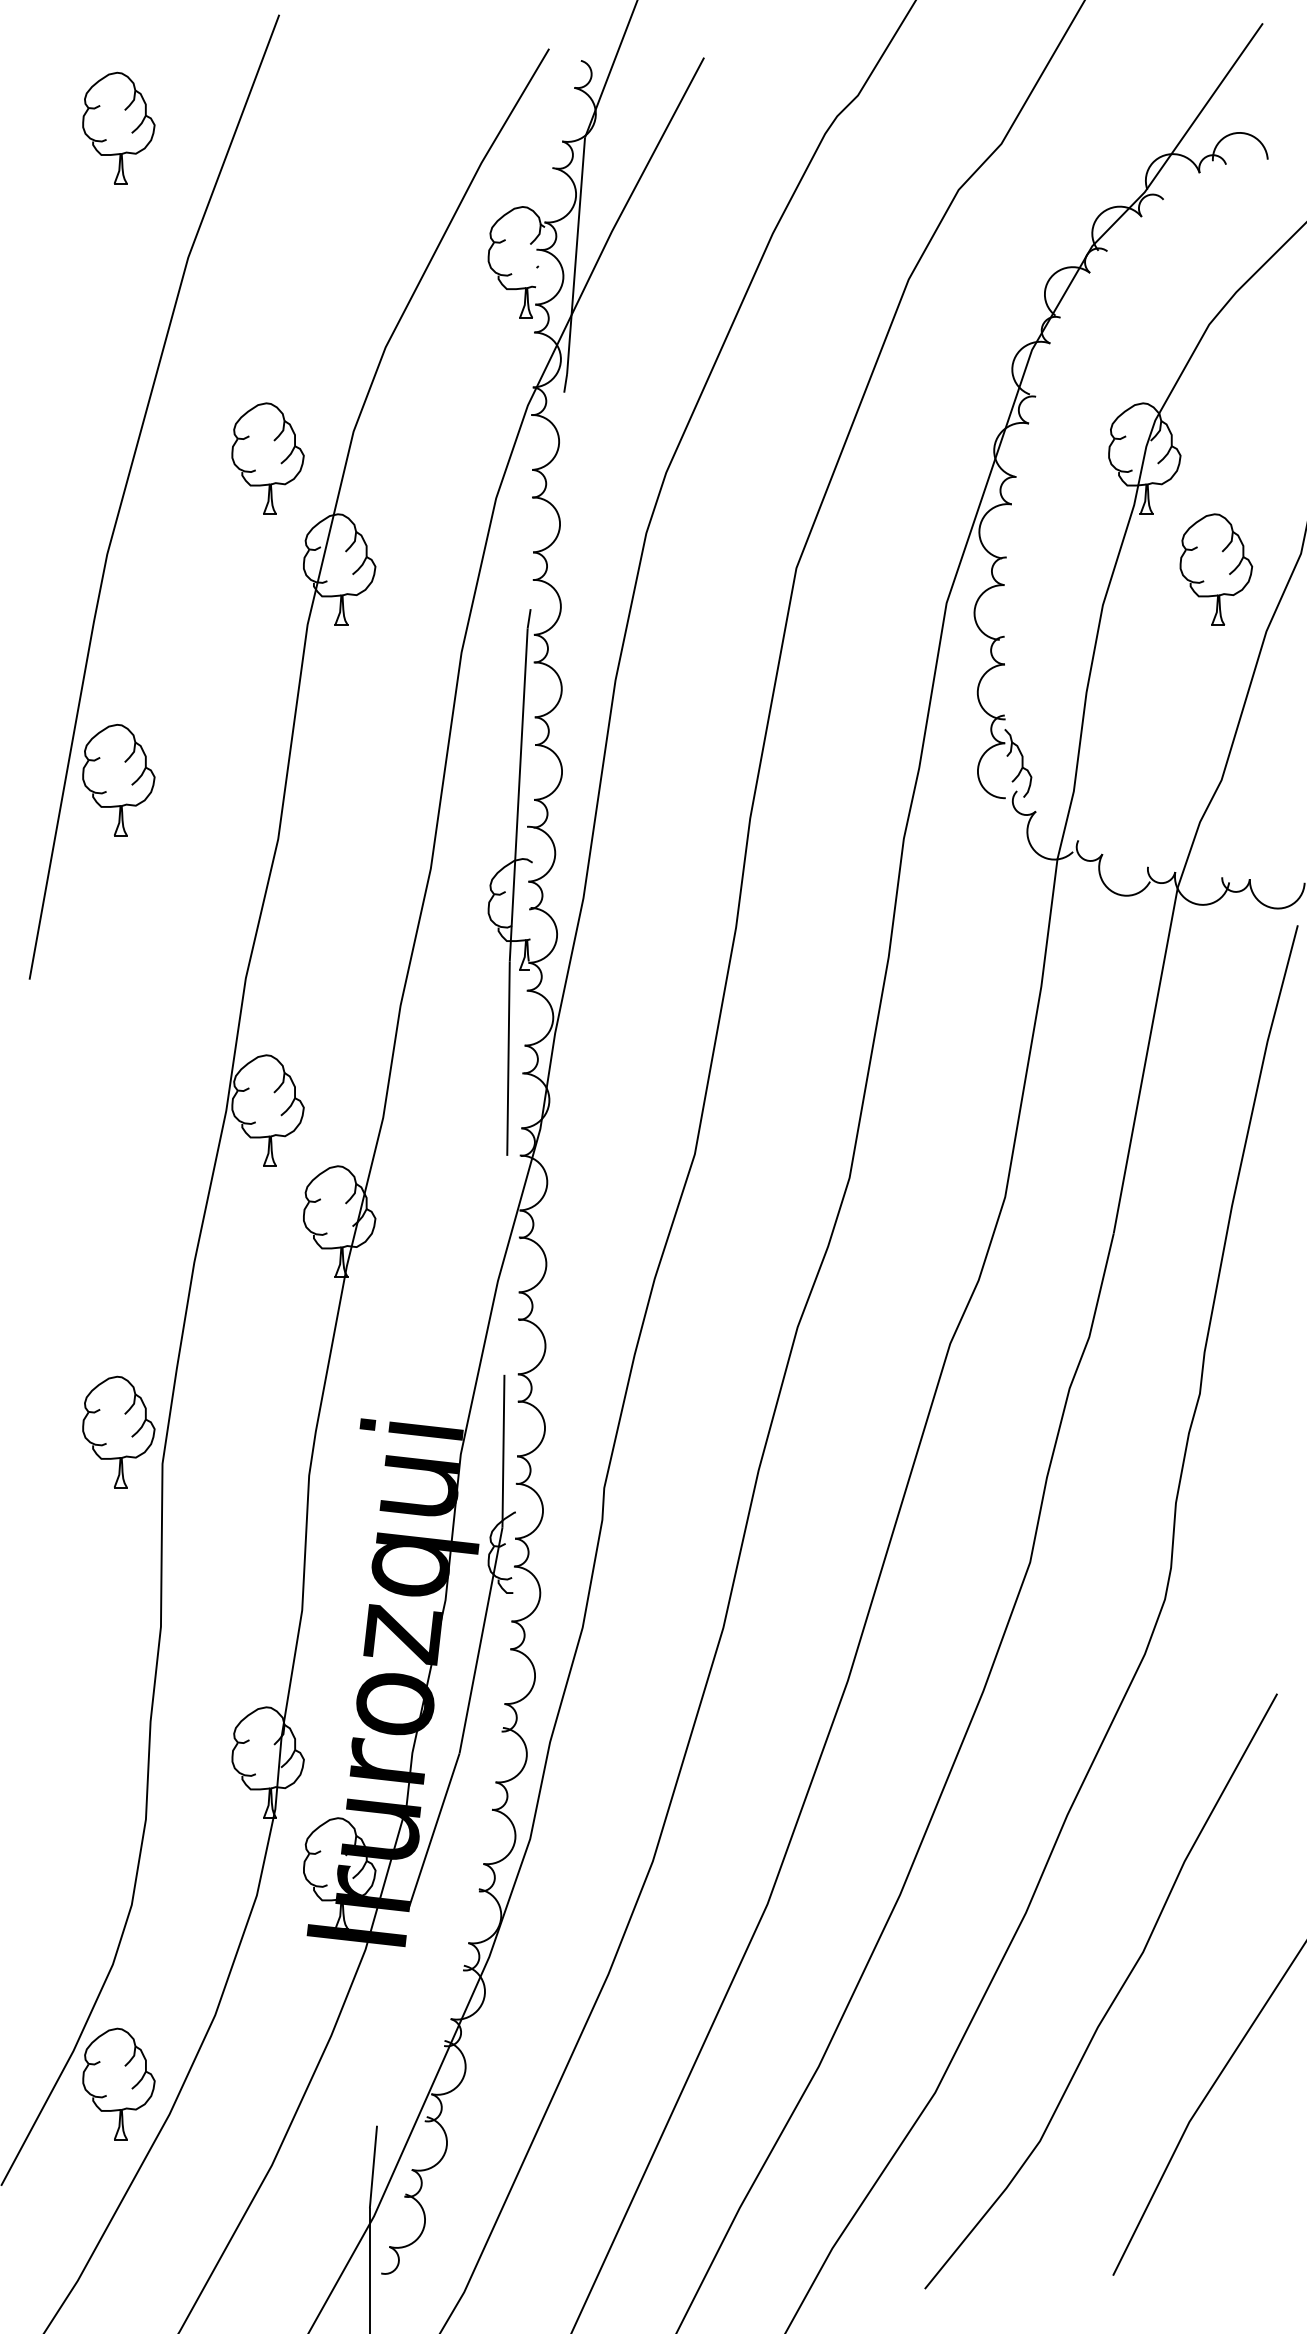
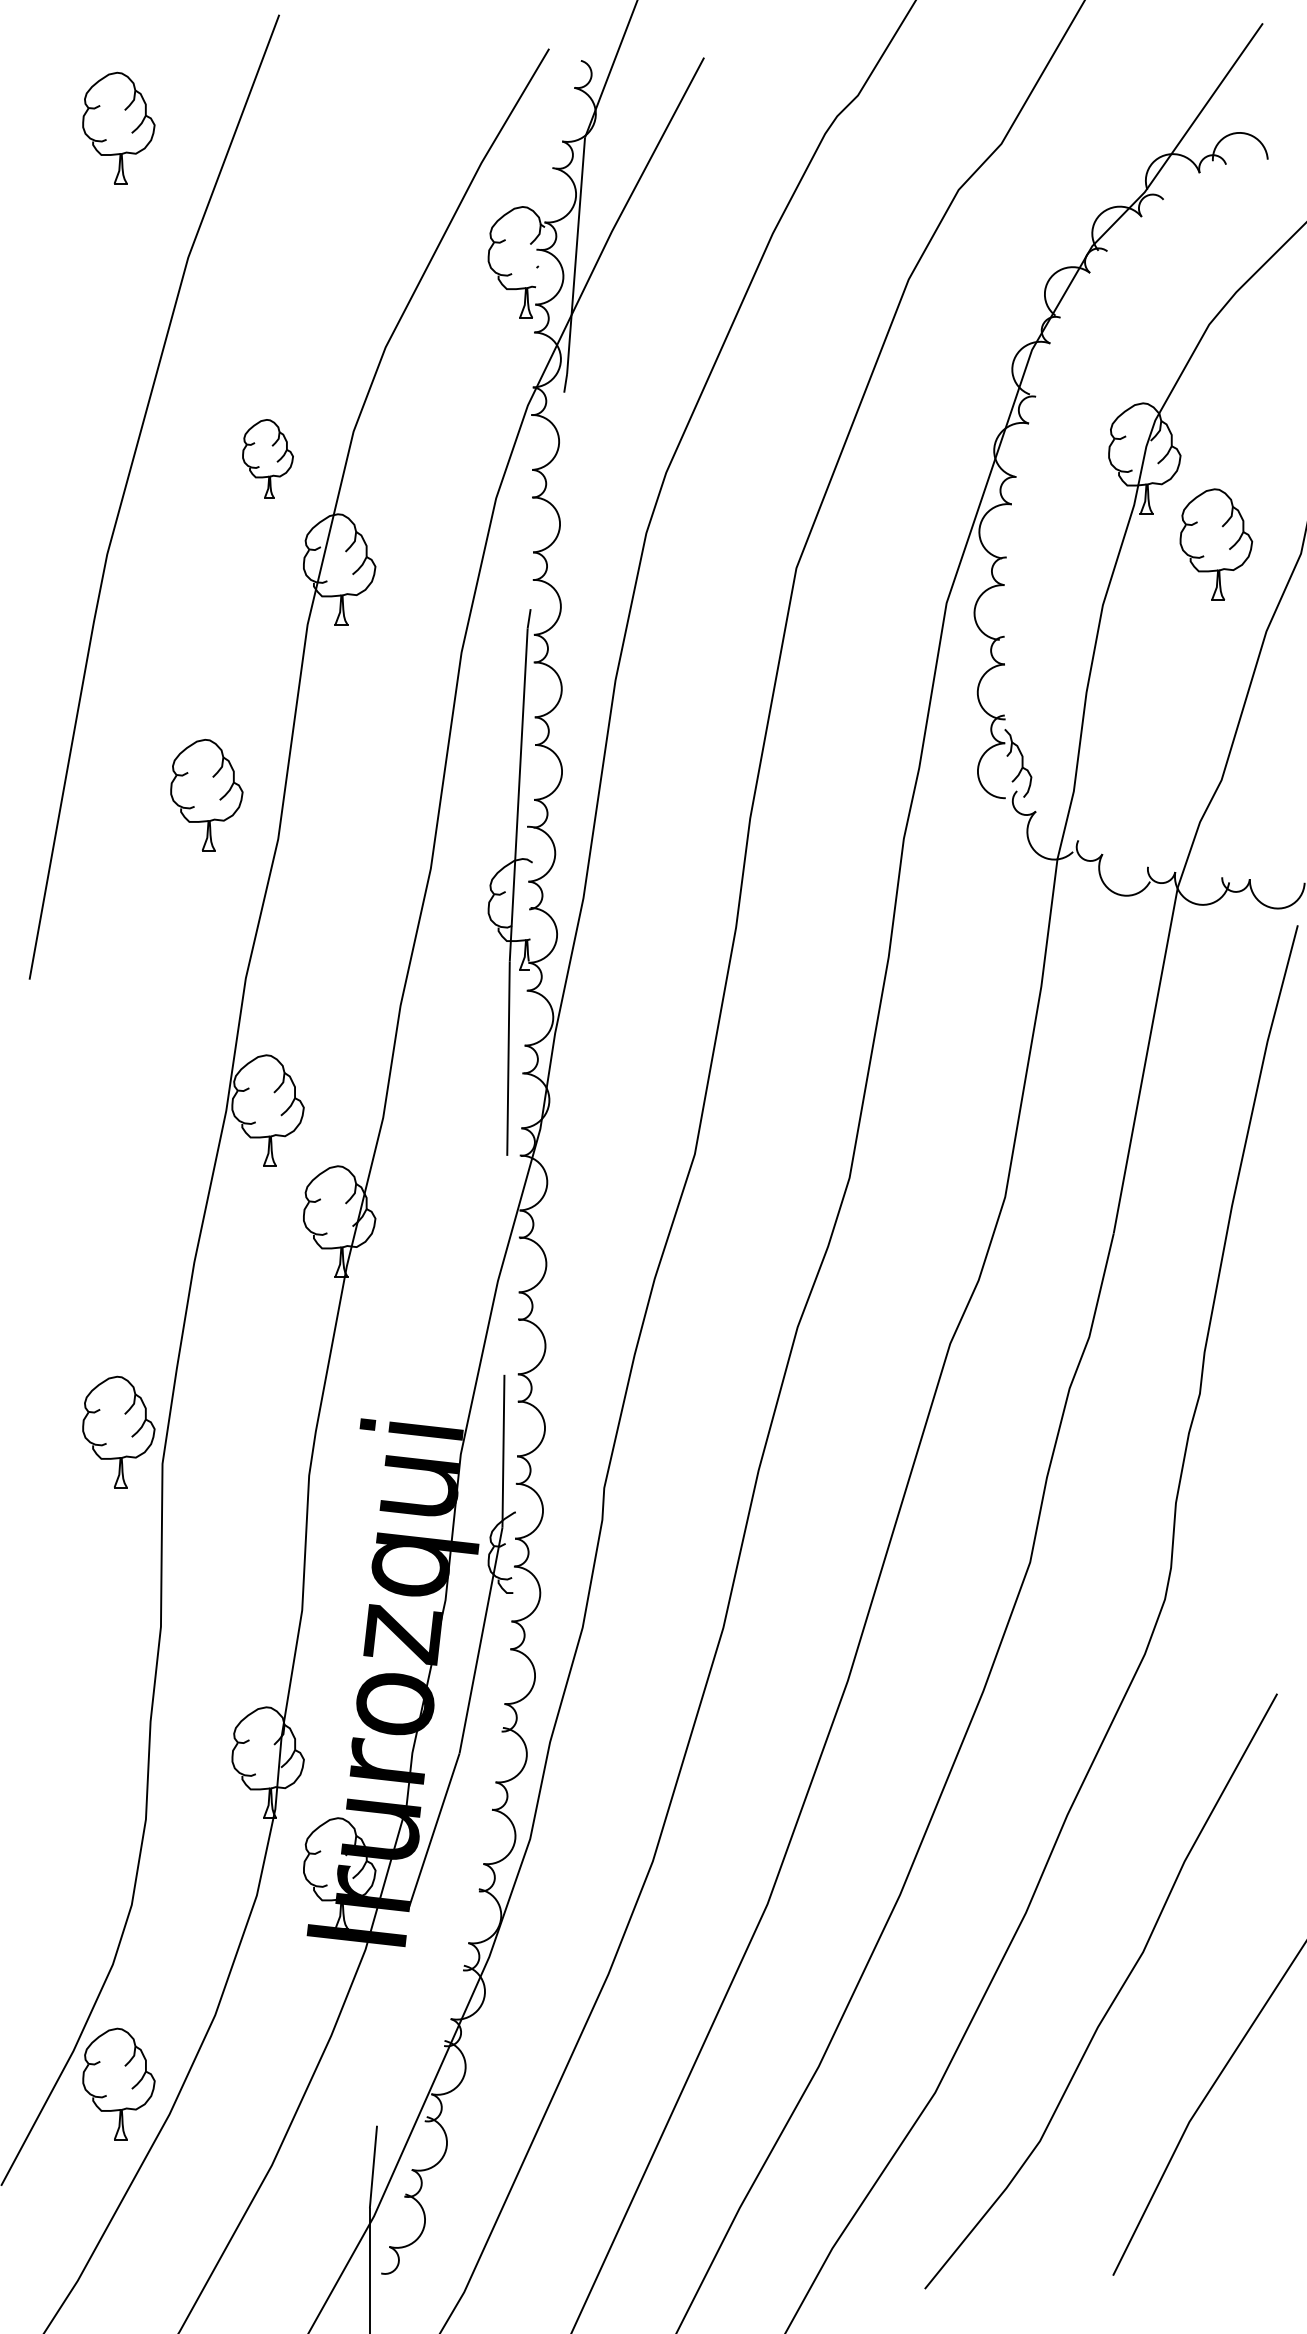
part at (267, 458) size: 74x113 px -> 52x80 px
part at (1216, 569) position: (1216, 569) -> (1216, 544)
part at (118, 780) position: (118, 780) -> (206, 795)
